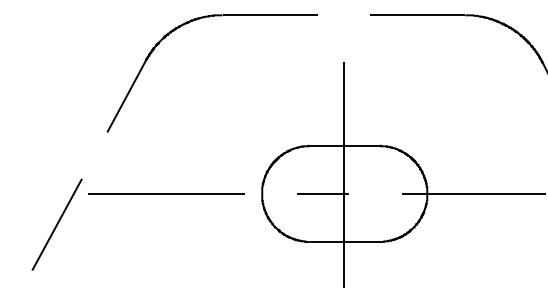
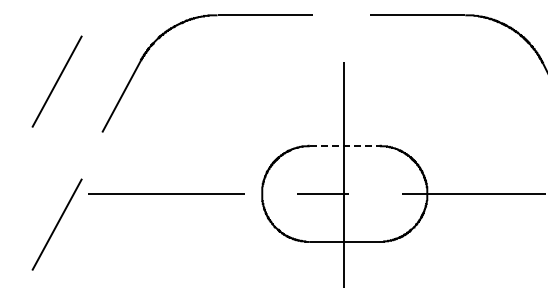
part at (187, 24) position: (187, 24) -> (182, 24)
line at (56, 81): none -> present
line at (344, 145): solid -> dashed
